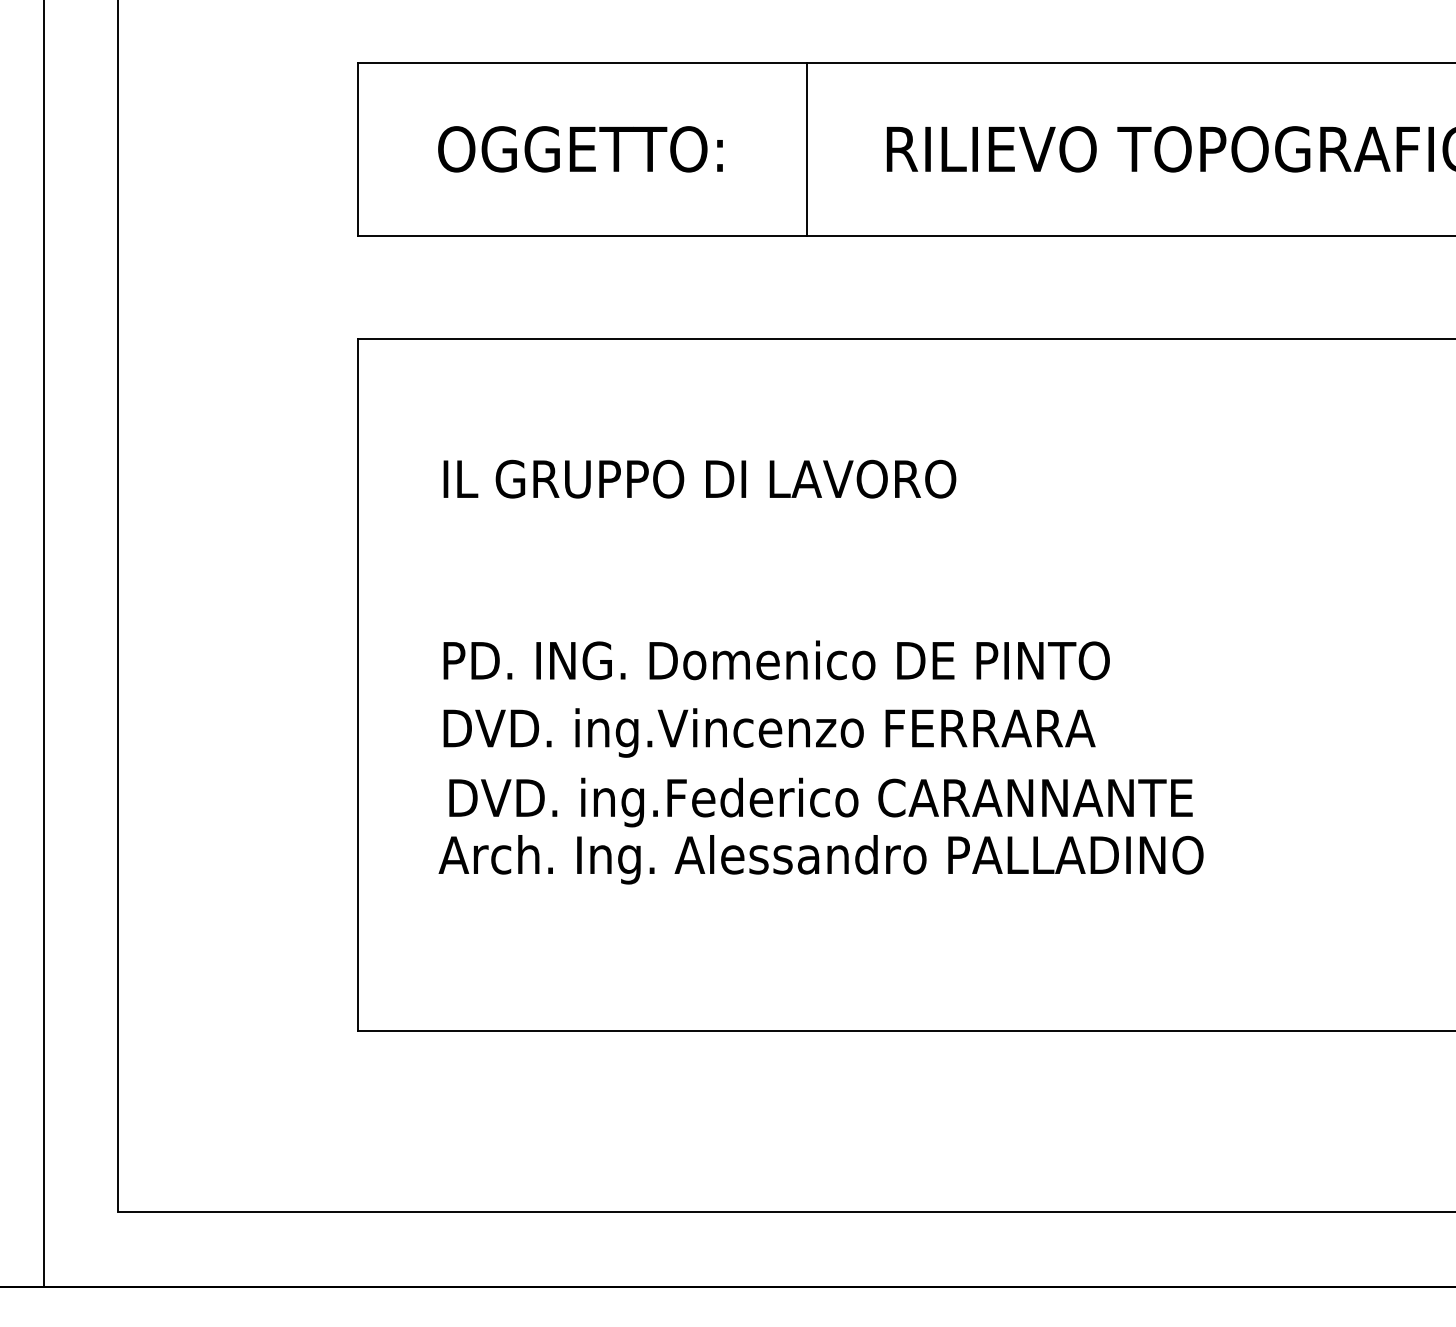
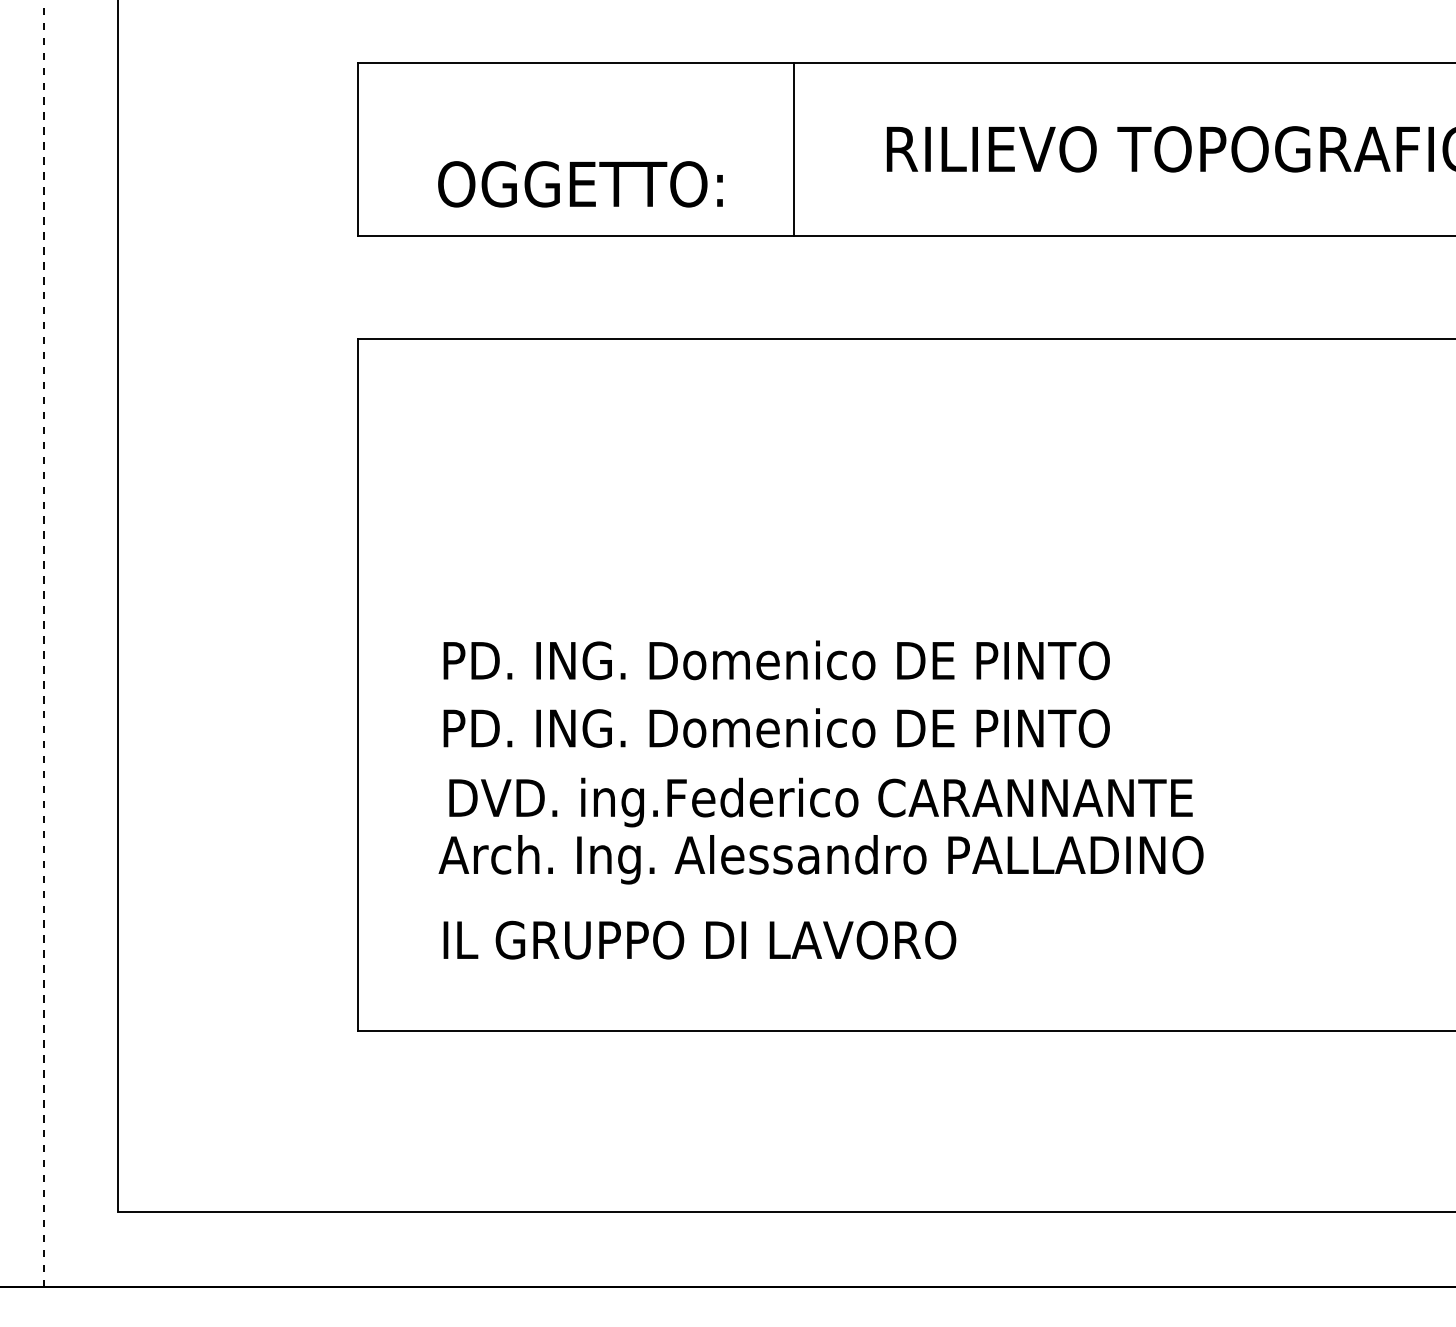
line at (806, 148) position: (806, 148) -> (793, 148)
text at (580, 149) position: (580, 149) -> (580, 184)
text at (699, 478) position: (699, 478) -> (699, 939)
line at (43, 643): solid -> dashed
text at (778, 732): DVD. ing.Vincenzo FERRARA -> PD. ING. Domenico DE PINTO
